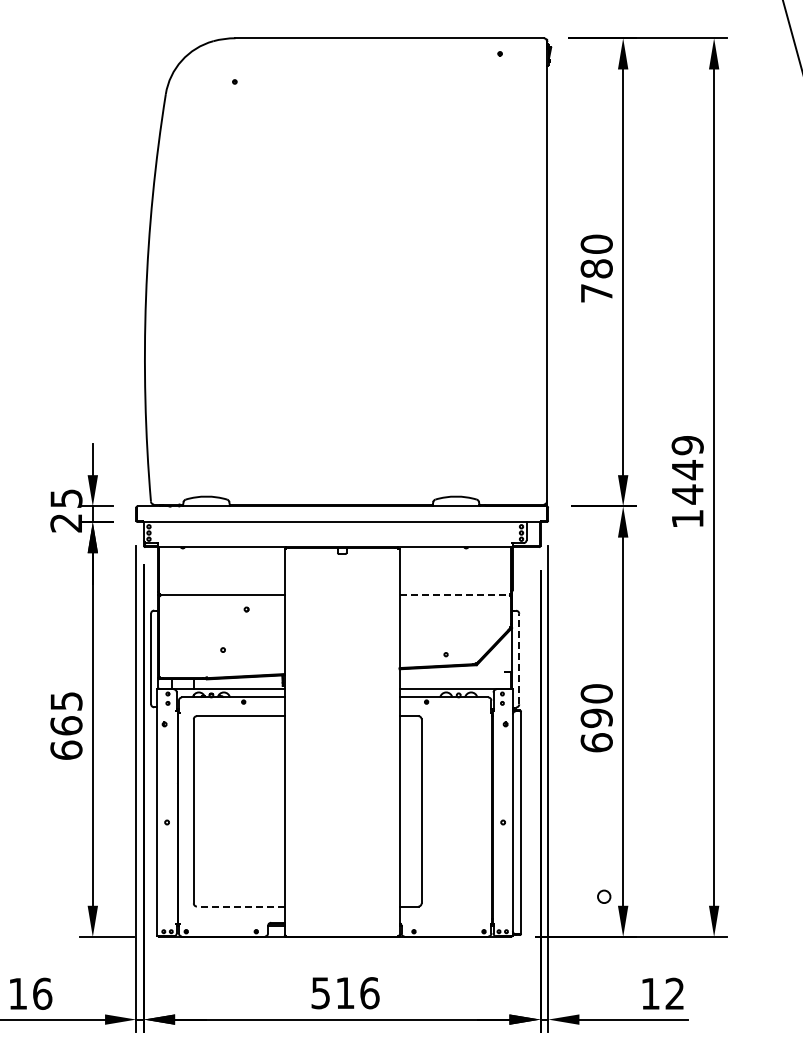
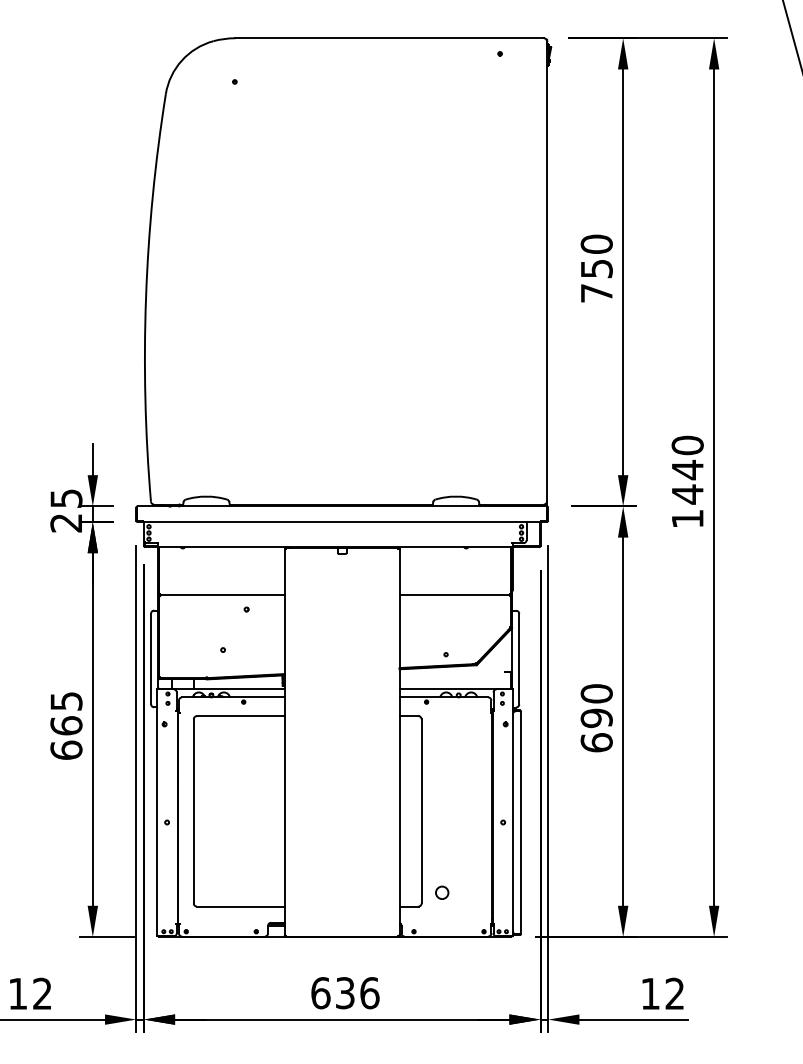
text at (596, 268): 780 -> 750
text at (687, 445): 1449 -> 1440
line at (455, 595): dashed -> solid
line at (519, 658): dashed -> solid
circle at (604, 896) position: (604, 896) -> (442, 892)
line at (240, 906): dashed -> solid
text at (42, 993): 16 -> 12
text at (332, 993): 516 -> 636
